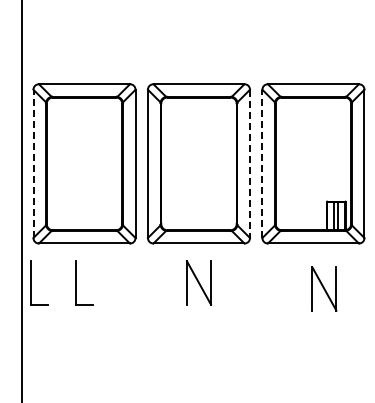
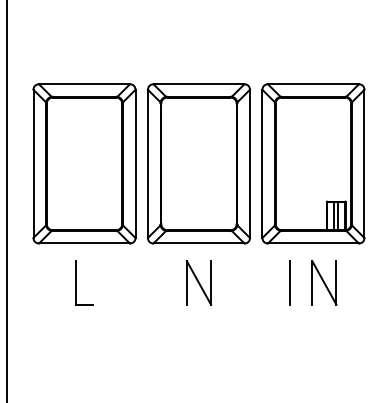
line at (33, 163): dashed -> solid
line at (262, 163): dashed -> solid
line at (249, 164): dashed -> solid
line at (22, 200) position: (22, 200) -> (7, 200)
part at (31, 282): present -> none
line at (290, 282): none -> present
part at (324, 288) position: (324, 288) -> (324, 282)
